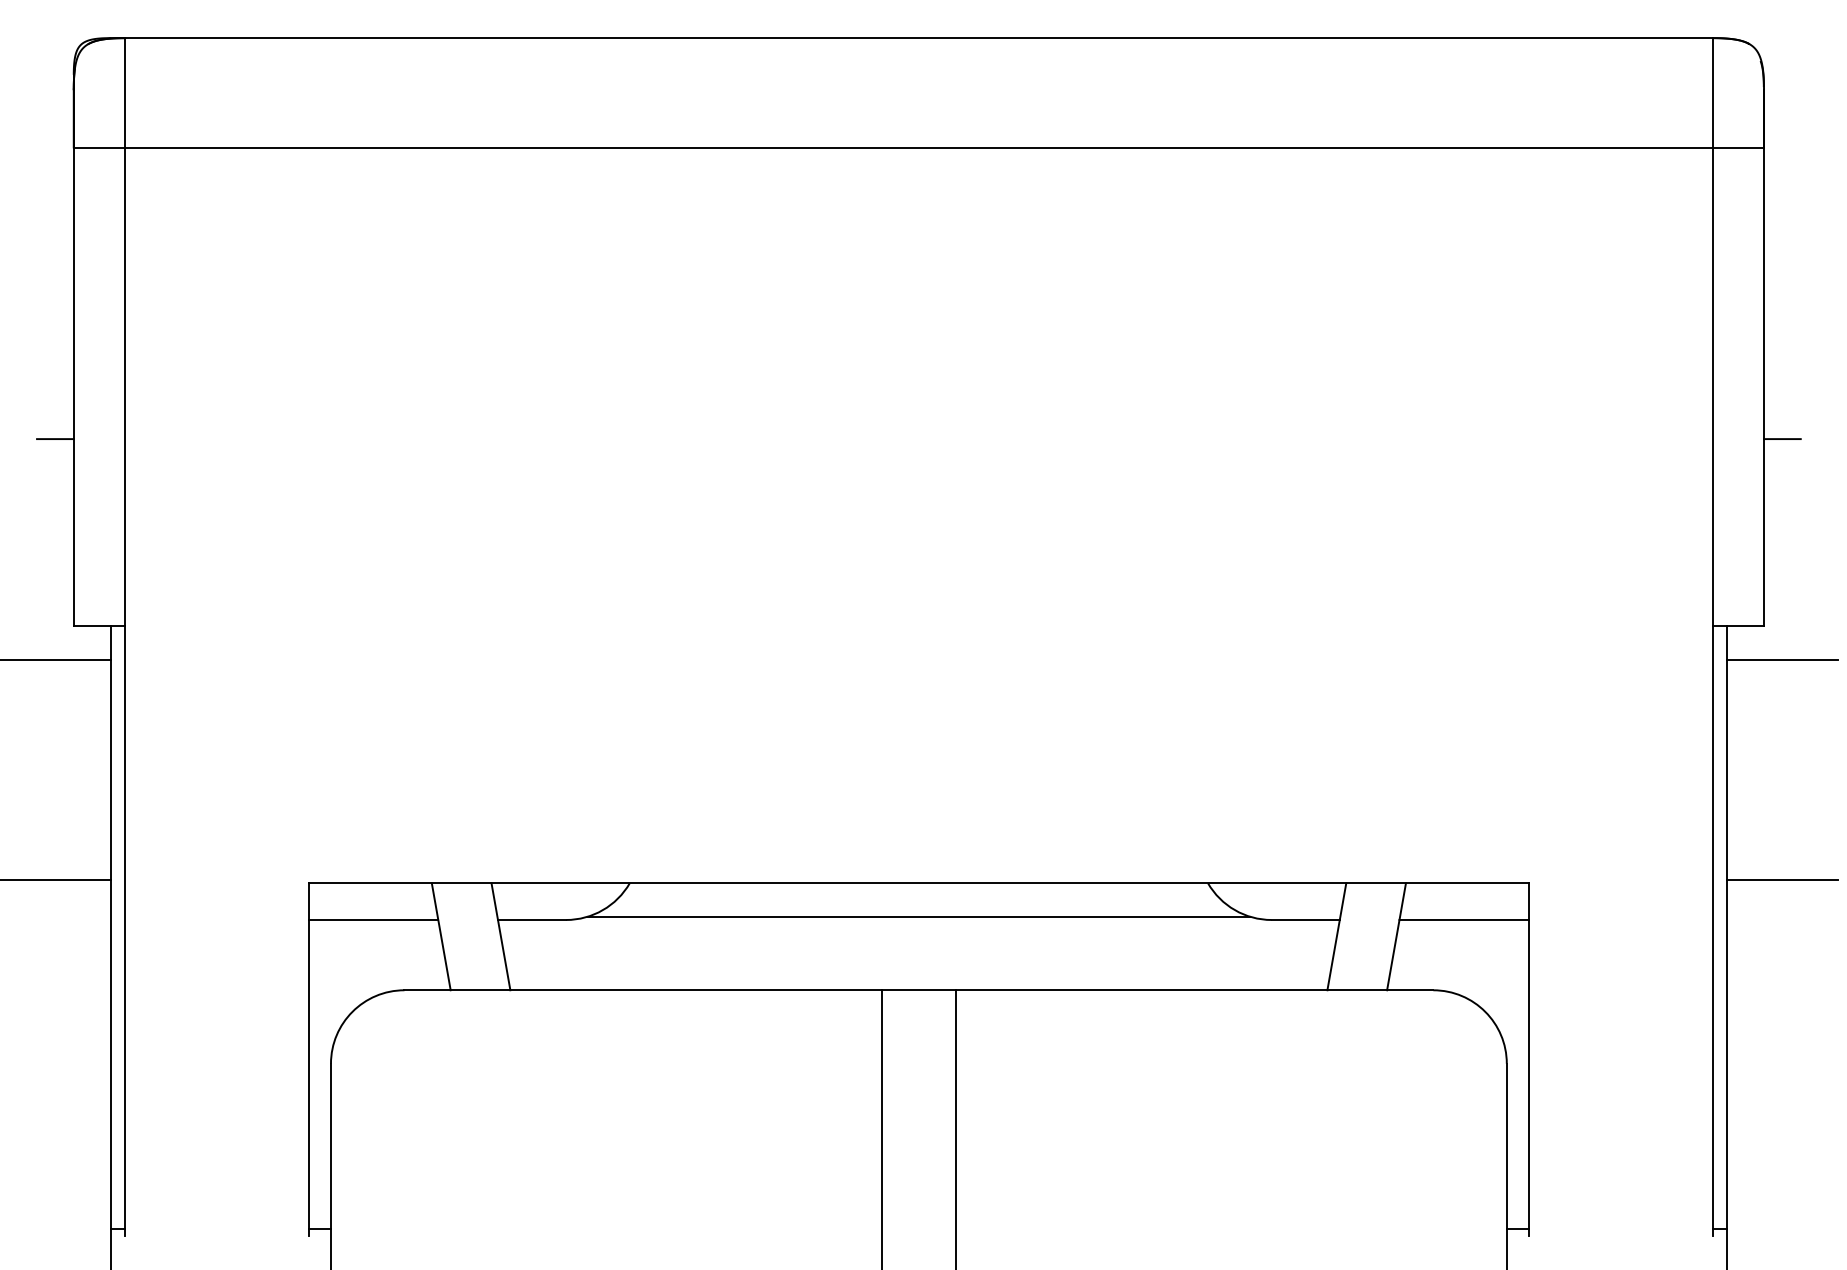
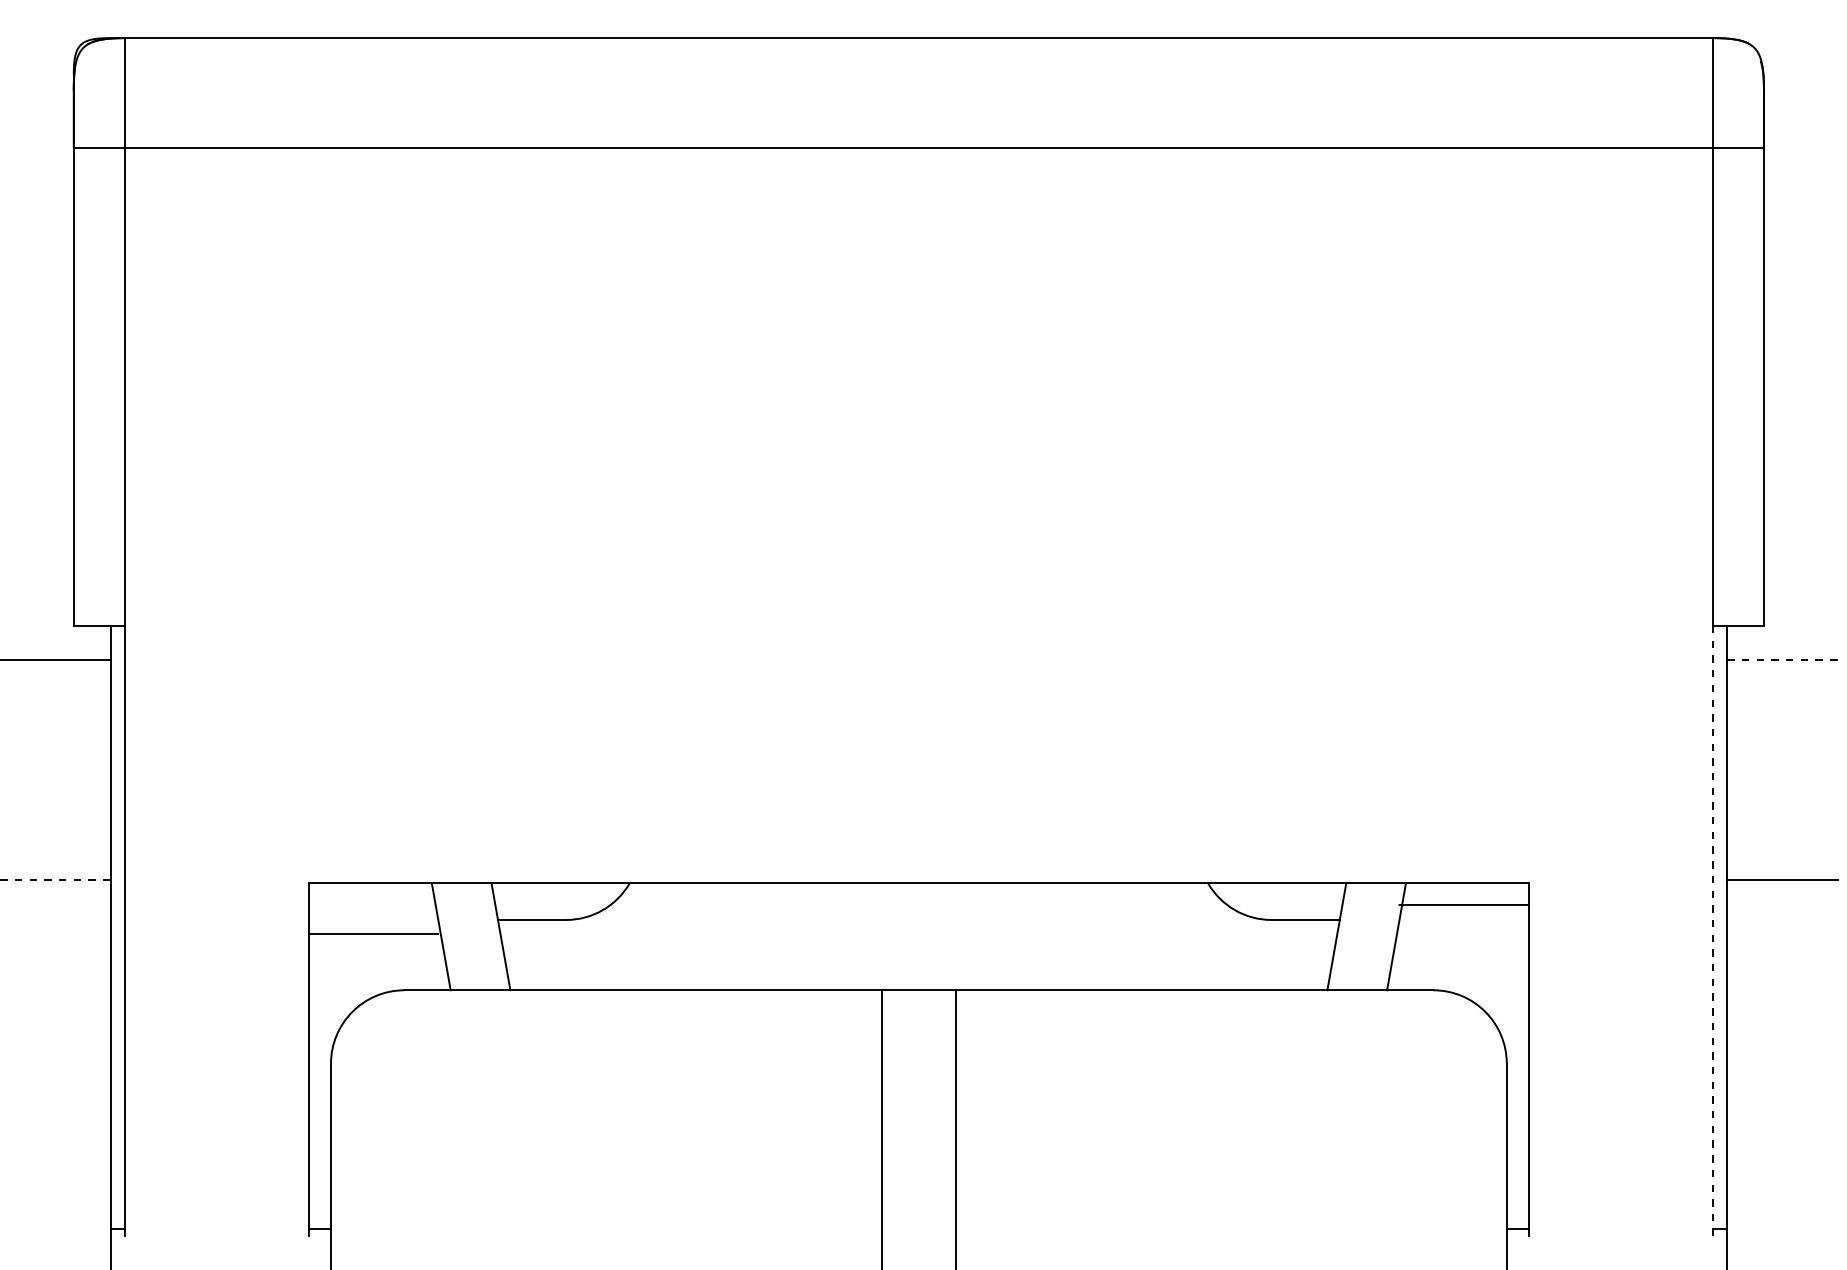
line at (55, 439): present -> none
line at (1782, 439): present -> none
line at (1782, 659): solid -> dashed
line at (54, 880): solid -> dashed
line at (918, 916): present -> none
line at (373, 919) position: (373, 919) -> (373, 933)
line at (1463, 919) position: (1463, 919) -> (1463, 904)
line at (1712, 931): solid -> dashed
